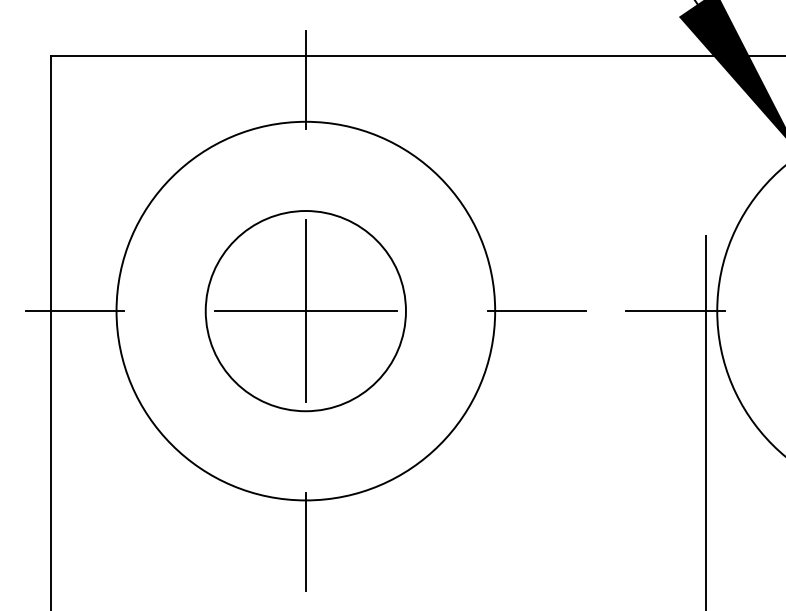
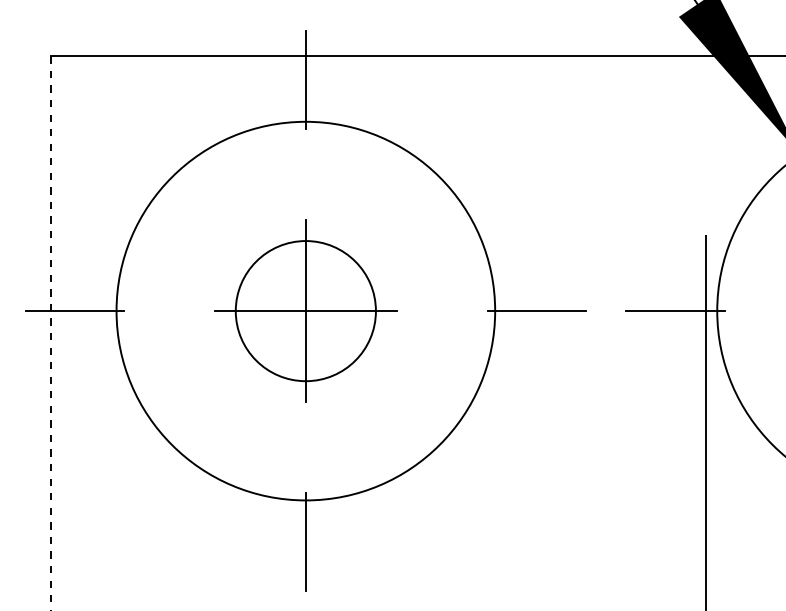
circle at (305, 311) diameter: 200 px -> 140 px
line at (51, 332): solid -> dashed
